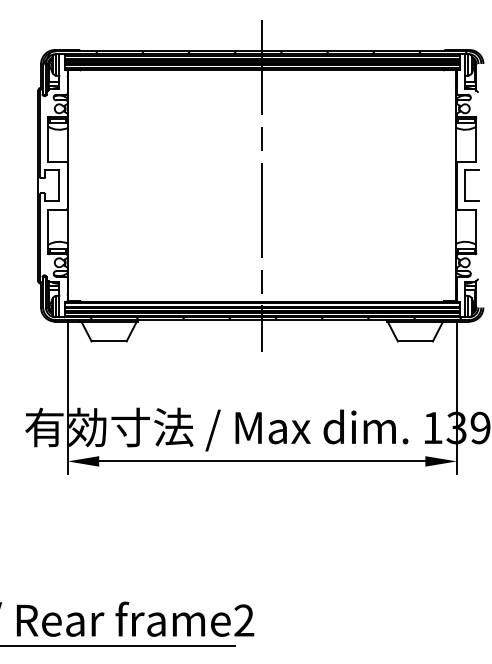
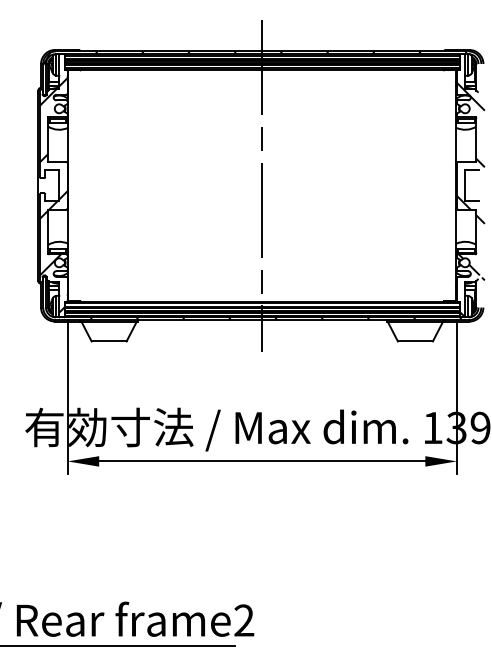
hatch at (53, 195): none -> present
hatch at (470, 199): none -> present
